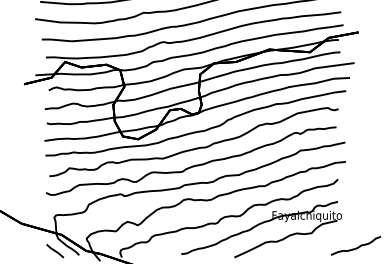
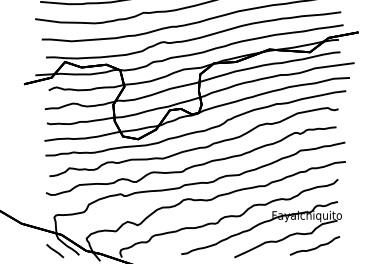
curve at (355, 247) position: (355, 247) -> (314, 247)
